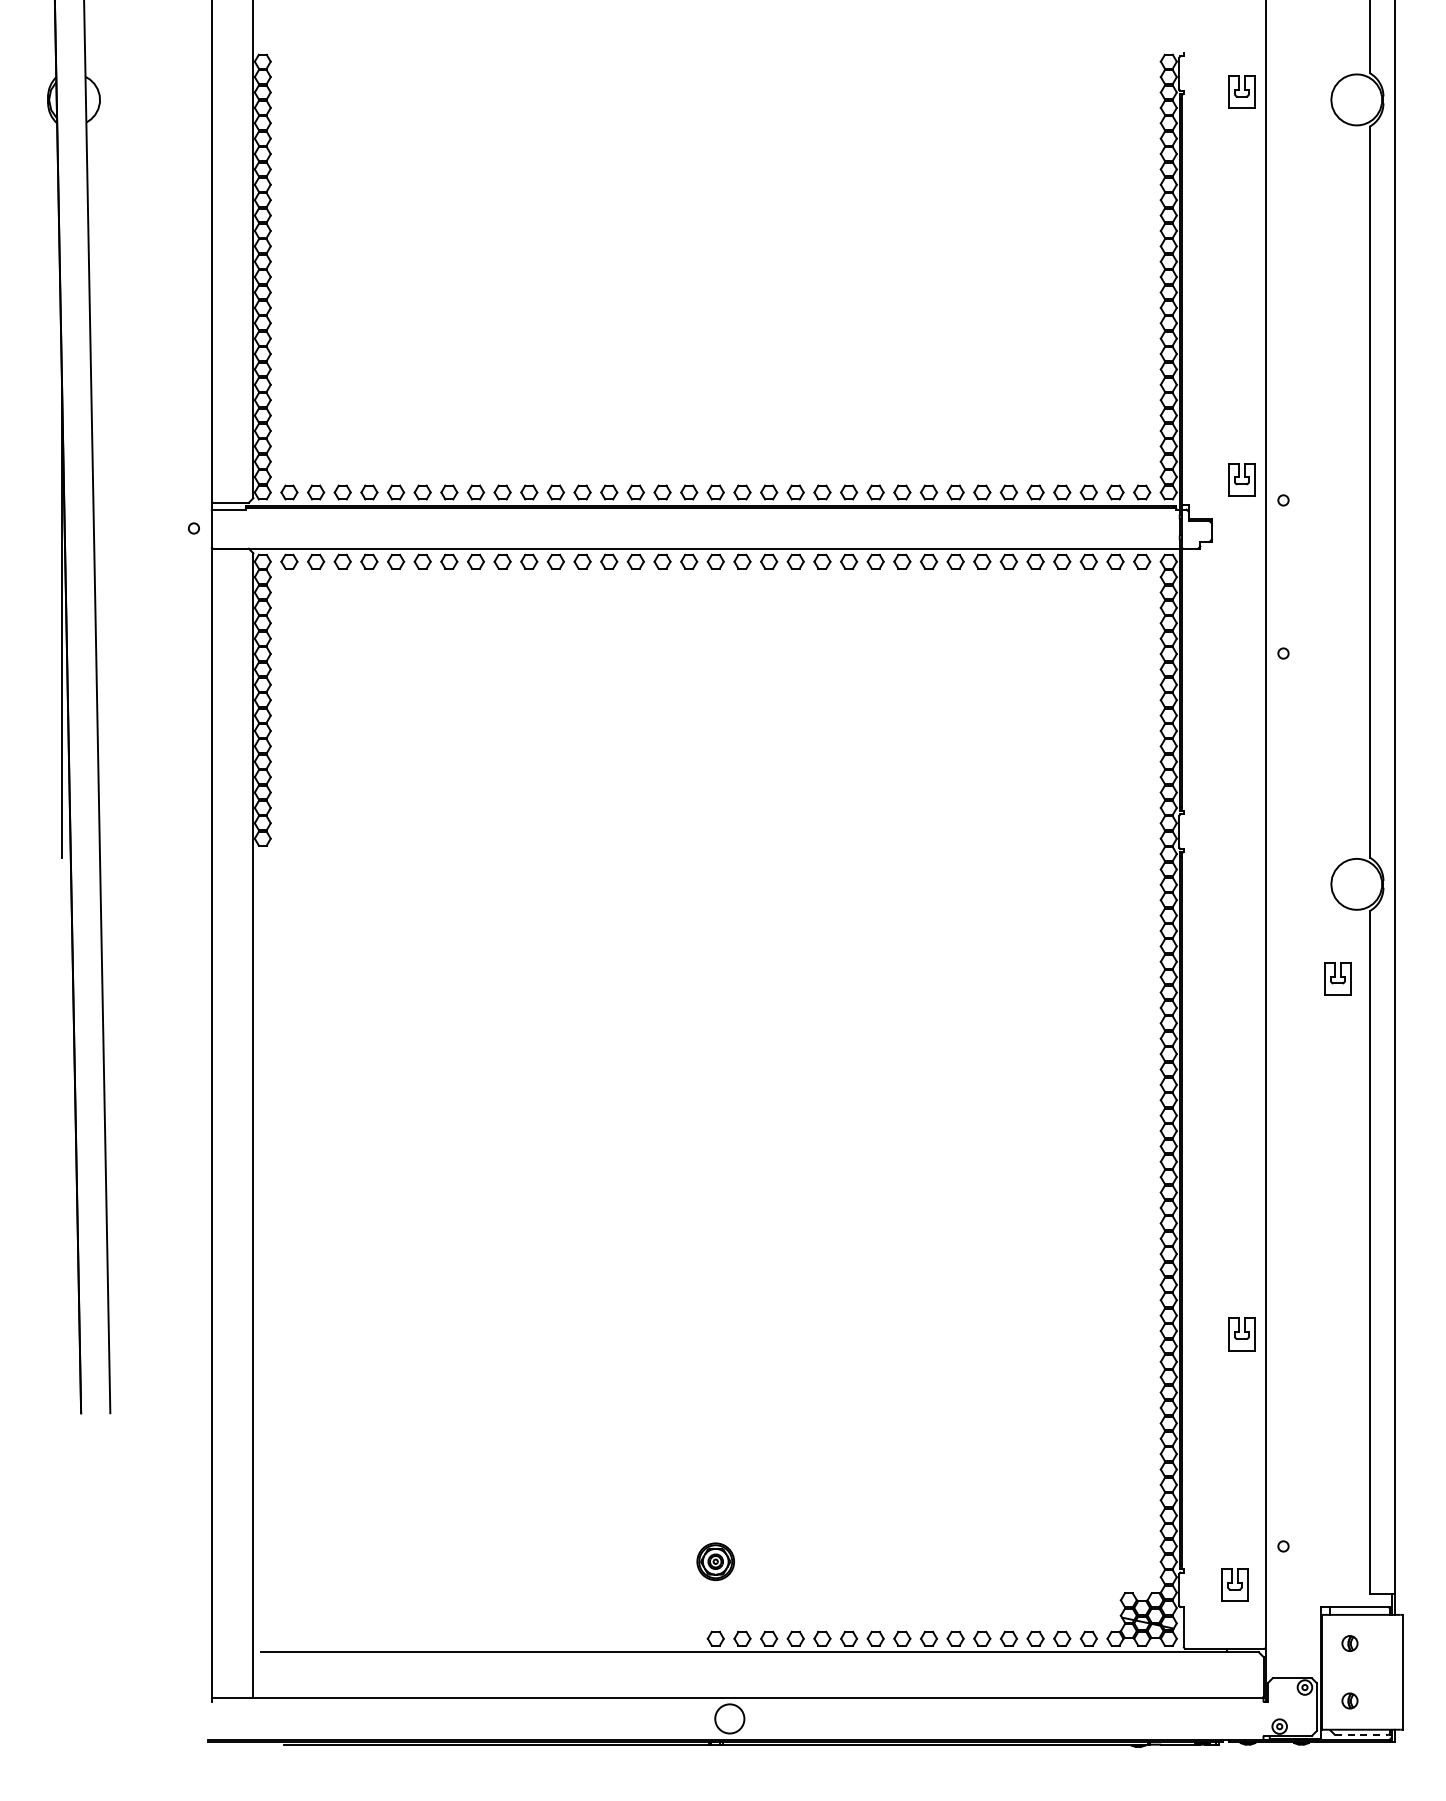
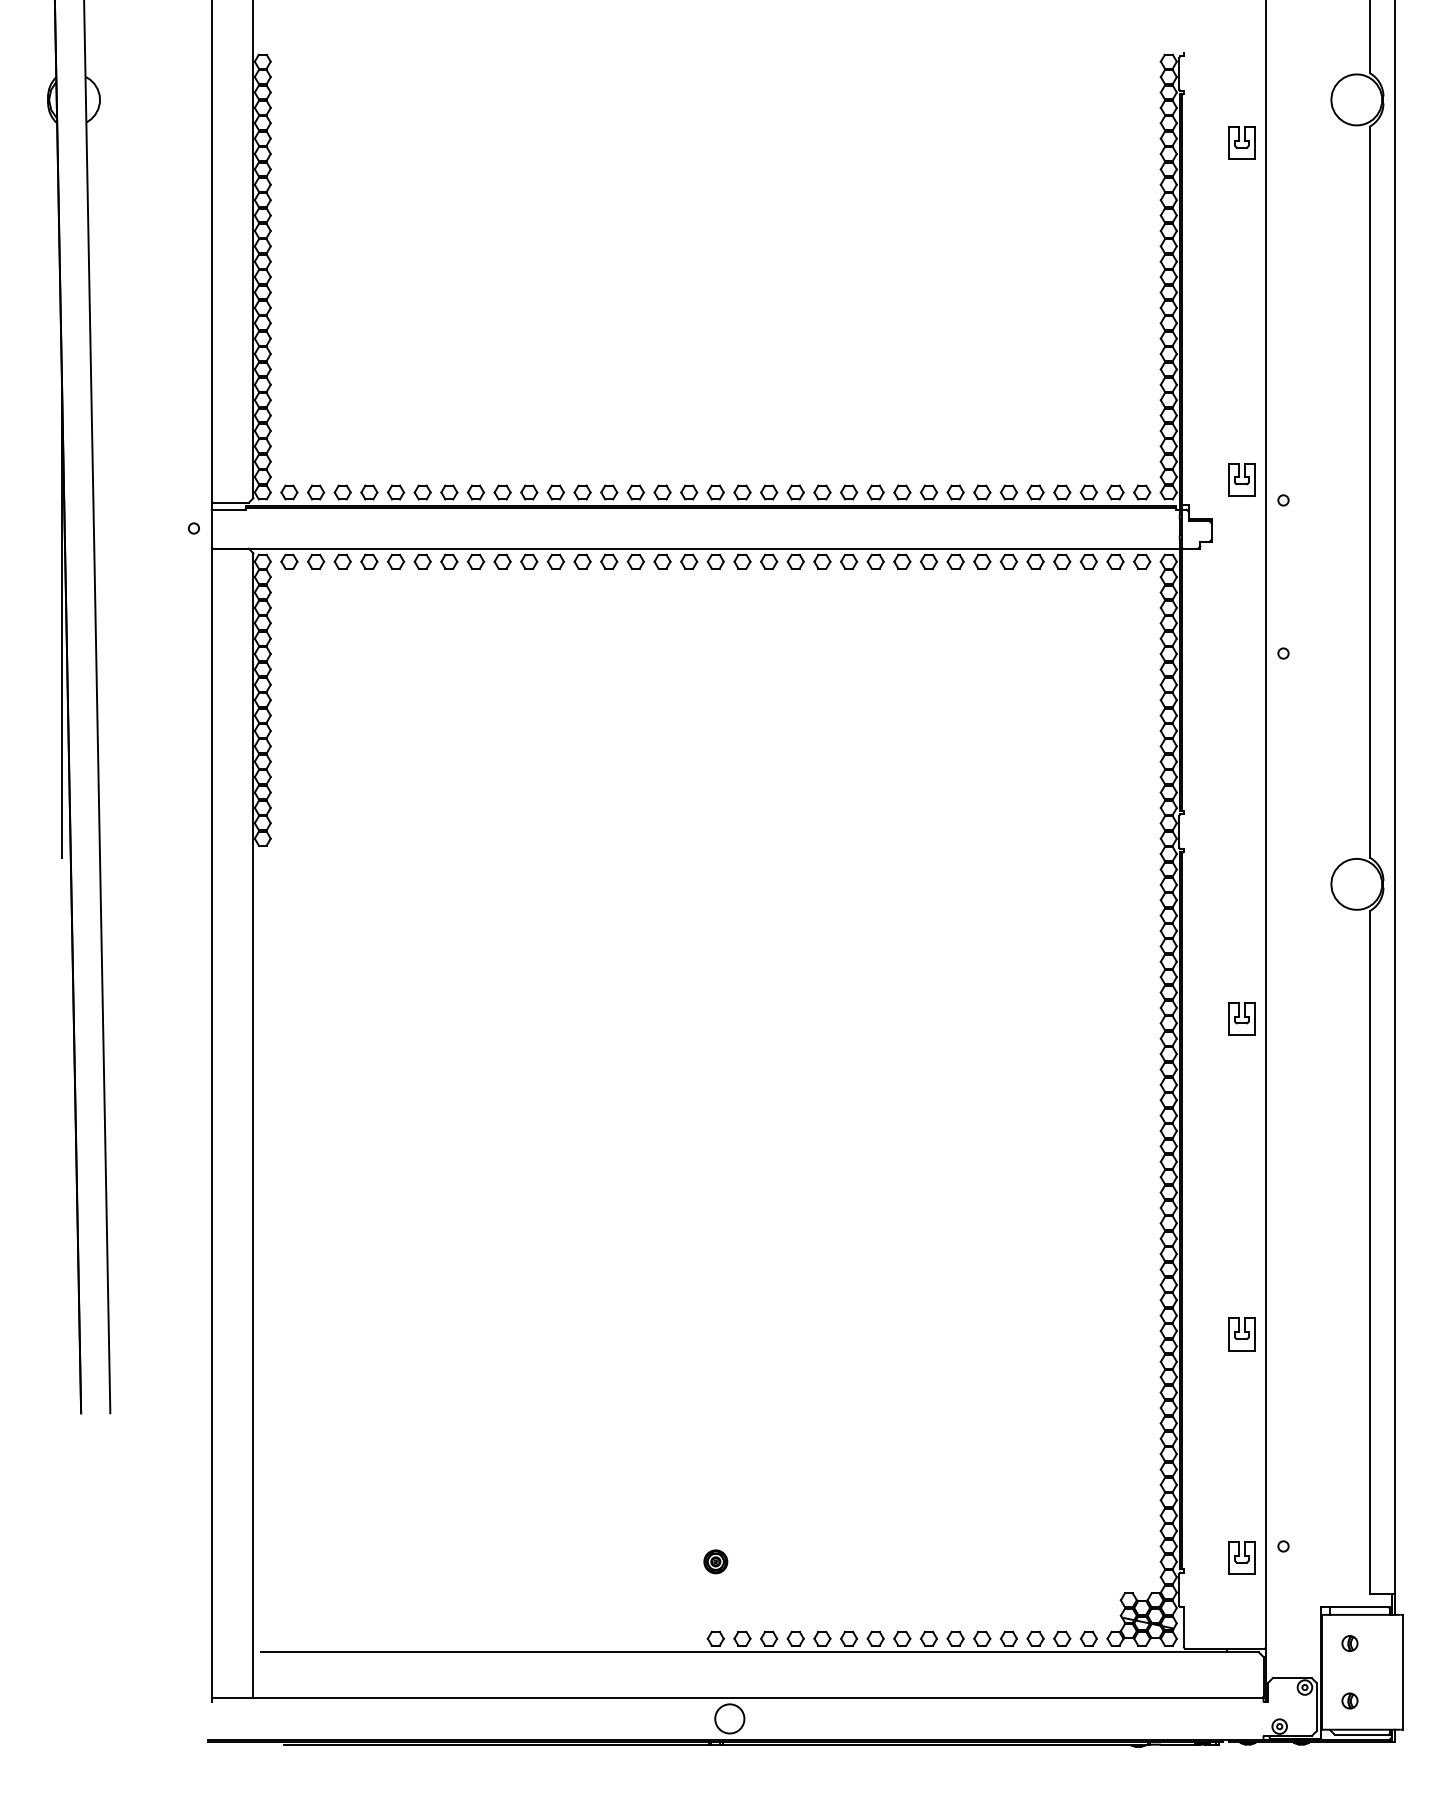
part at (1241, 91) position: (1241, 91) -> (1241, 142)
part at (1337, 978) position: (1337, 978) -> (1241, 1018)
part at (715, 1561) size: 39x39 px -> 26x26 px
part at (1234, 1584) position: (1234, 1584) -> (1241, 1557)
line at (1361, 1734): dashed -> solid
